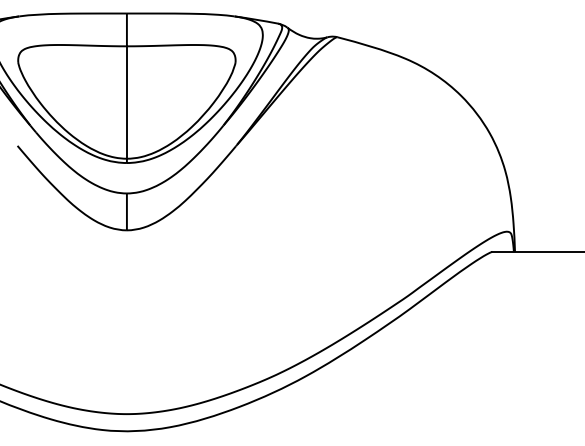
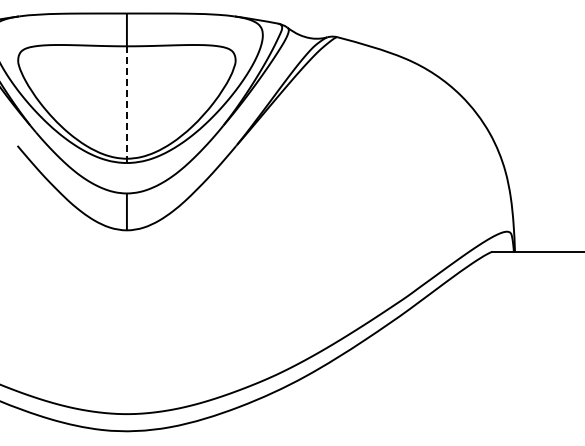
line at (126, 103): solid -> dashed
